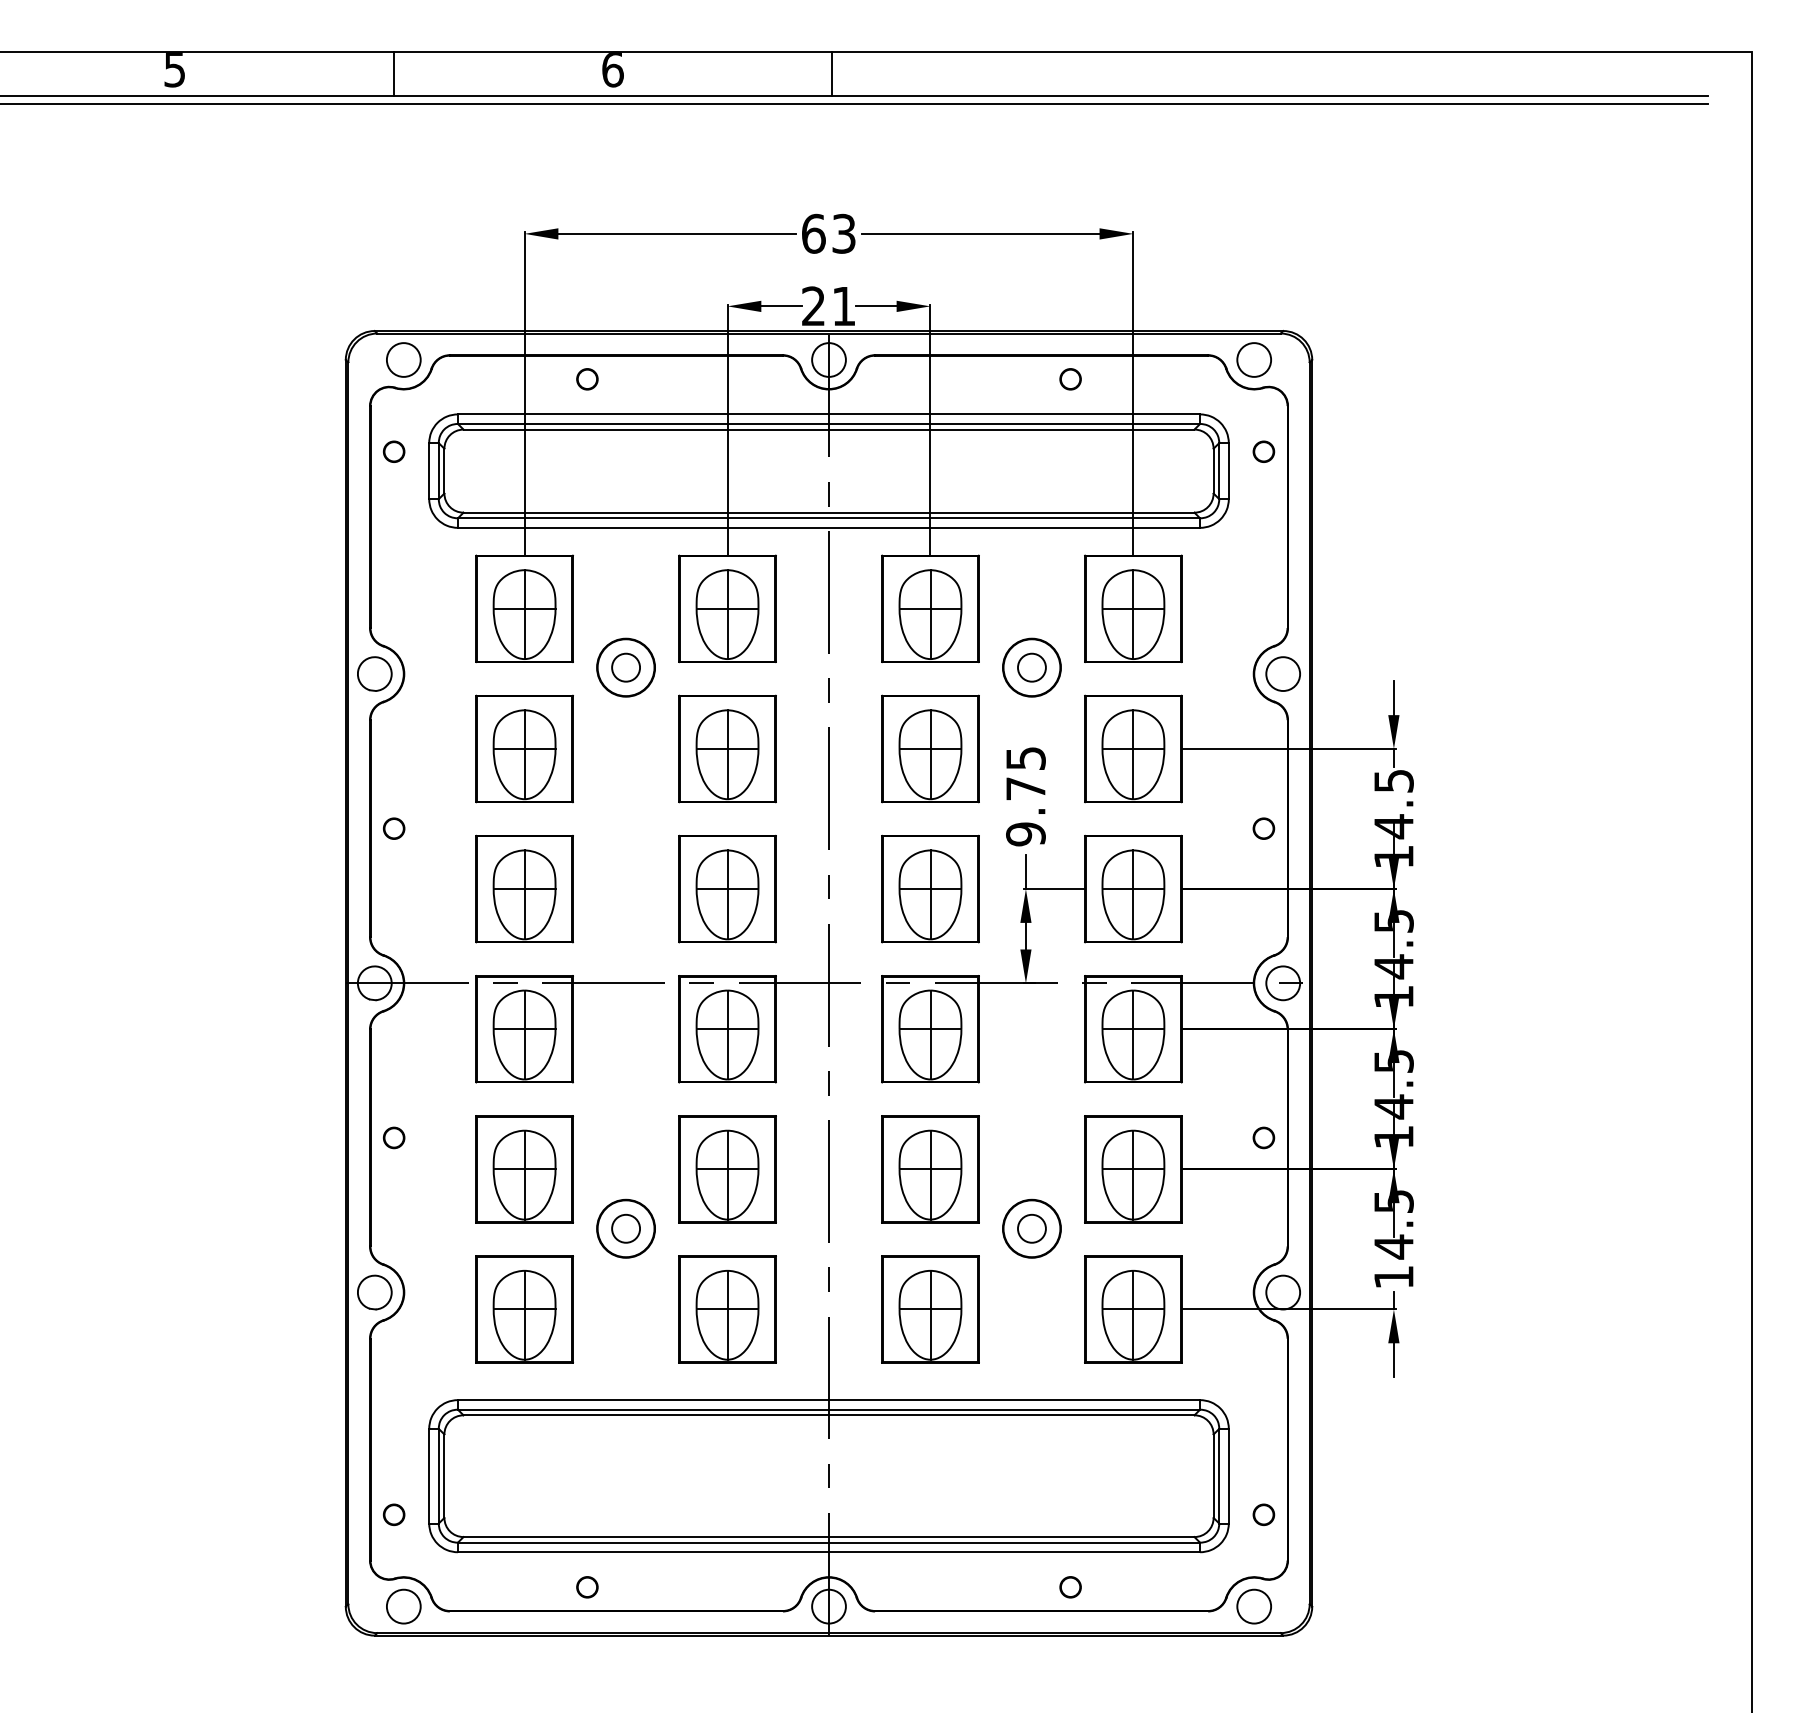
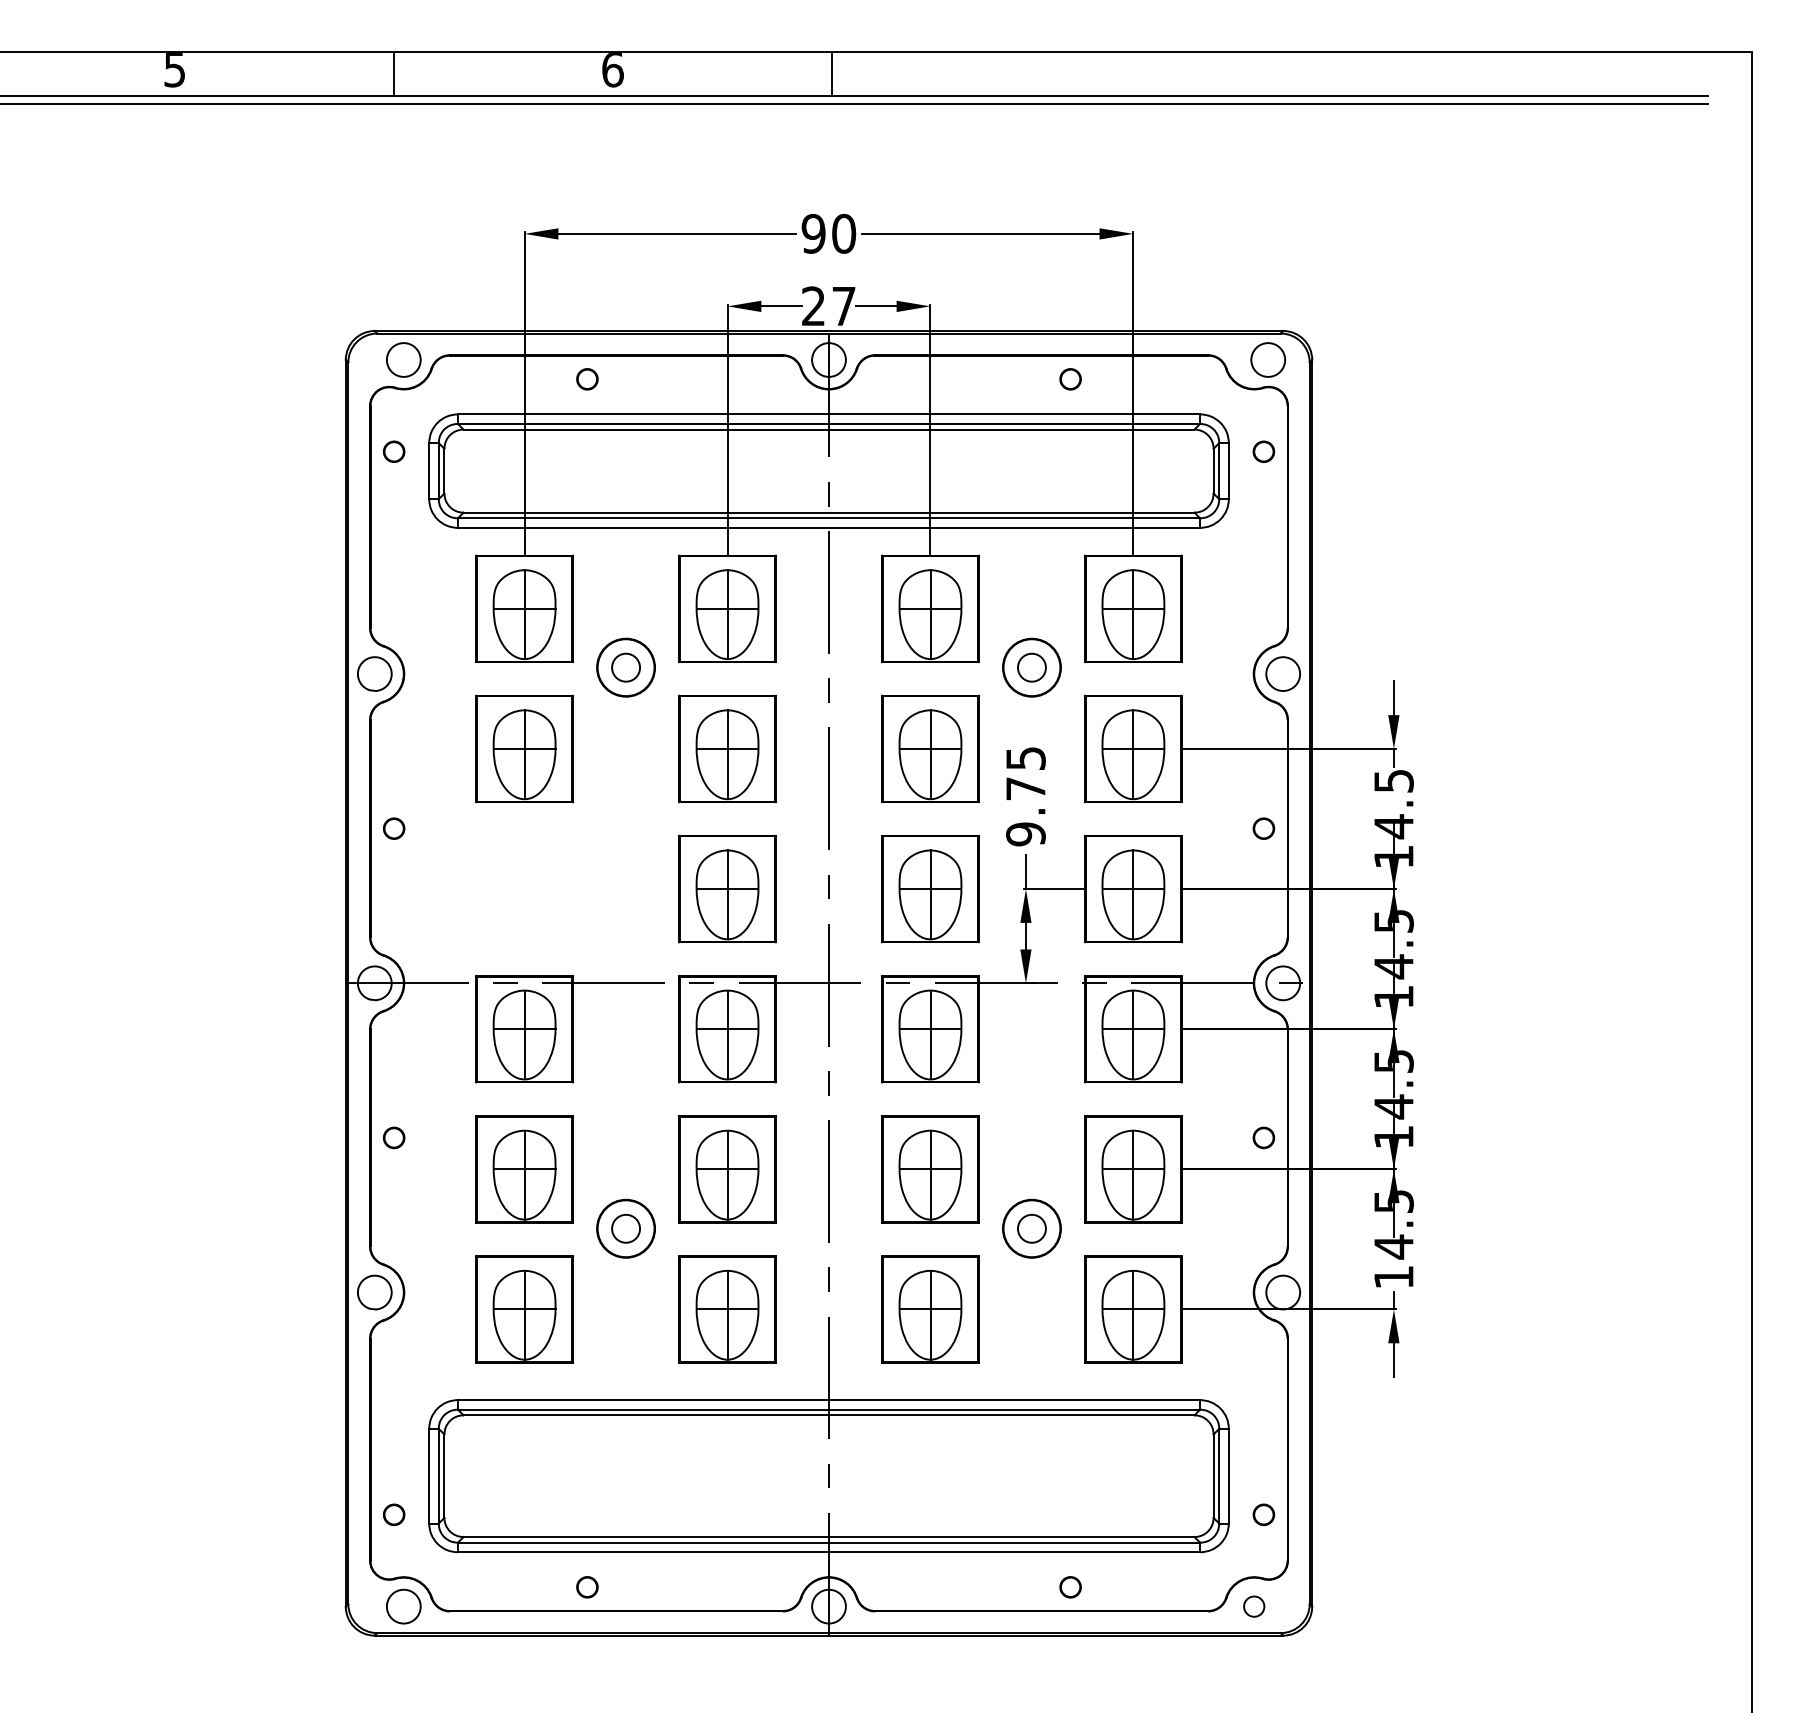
text at (828, 233): 63 -> 90
text at (843, 306): 21 -> 27
circle at (1253, 359) position: (1253, 359) -> (1267, 359)
part at (524, 888): present -> none
circle at (1254, 1606) diameter: 34 px -> 20 px
